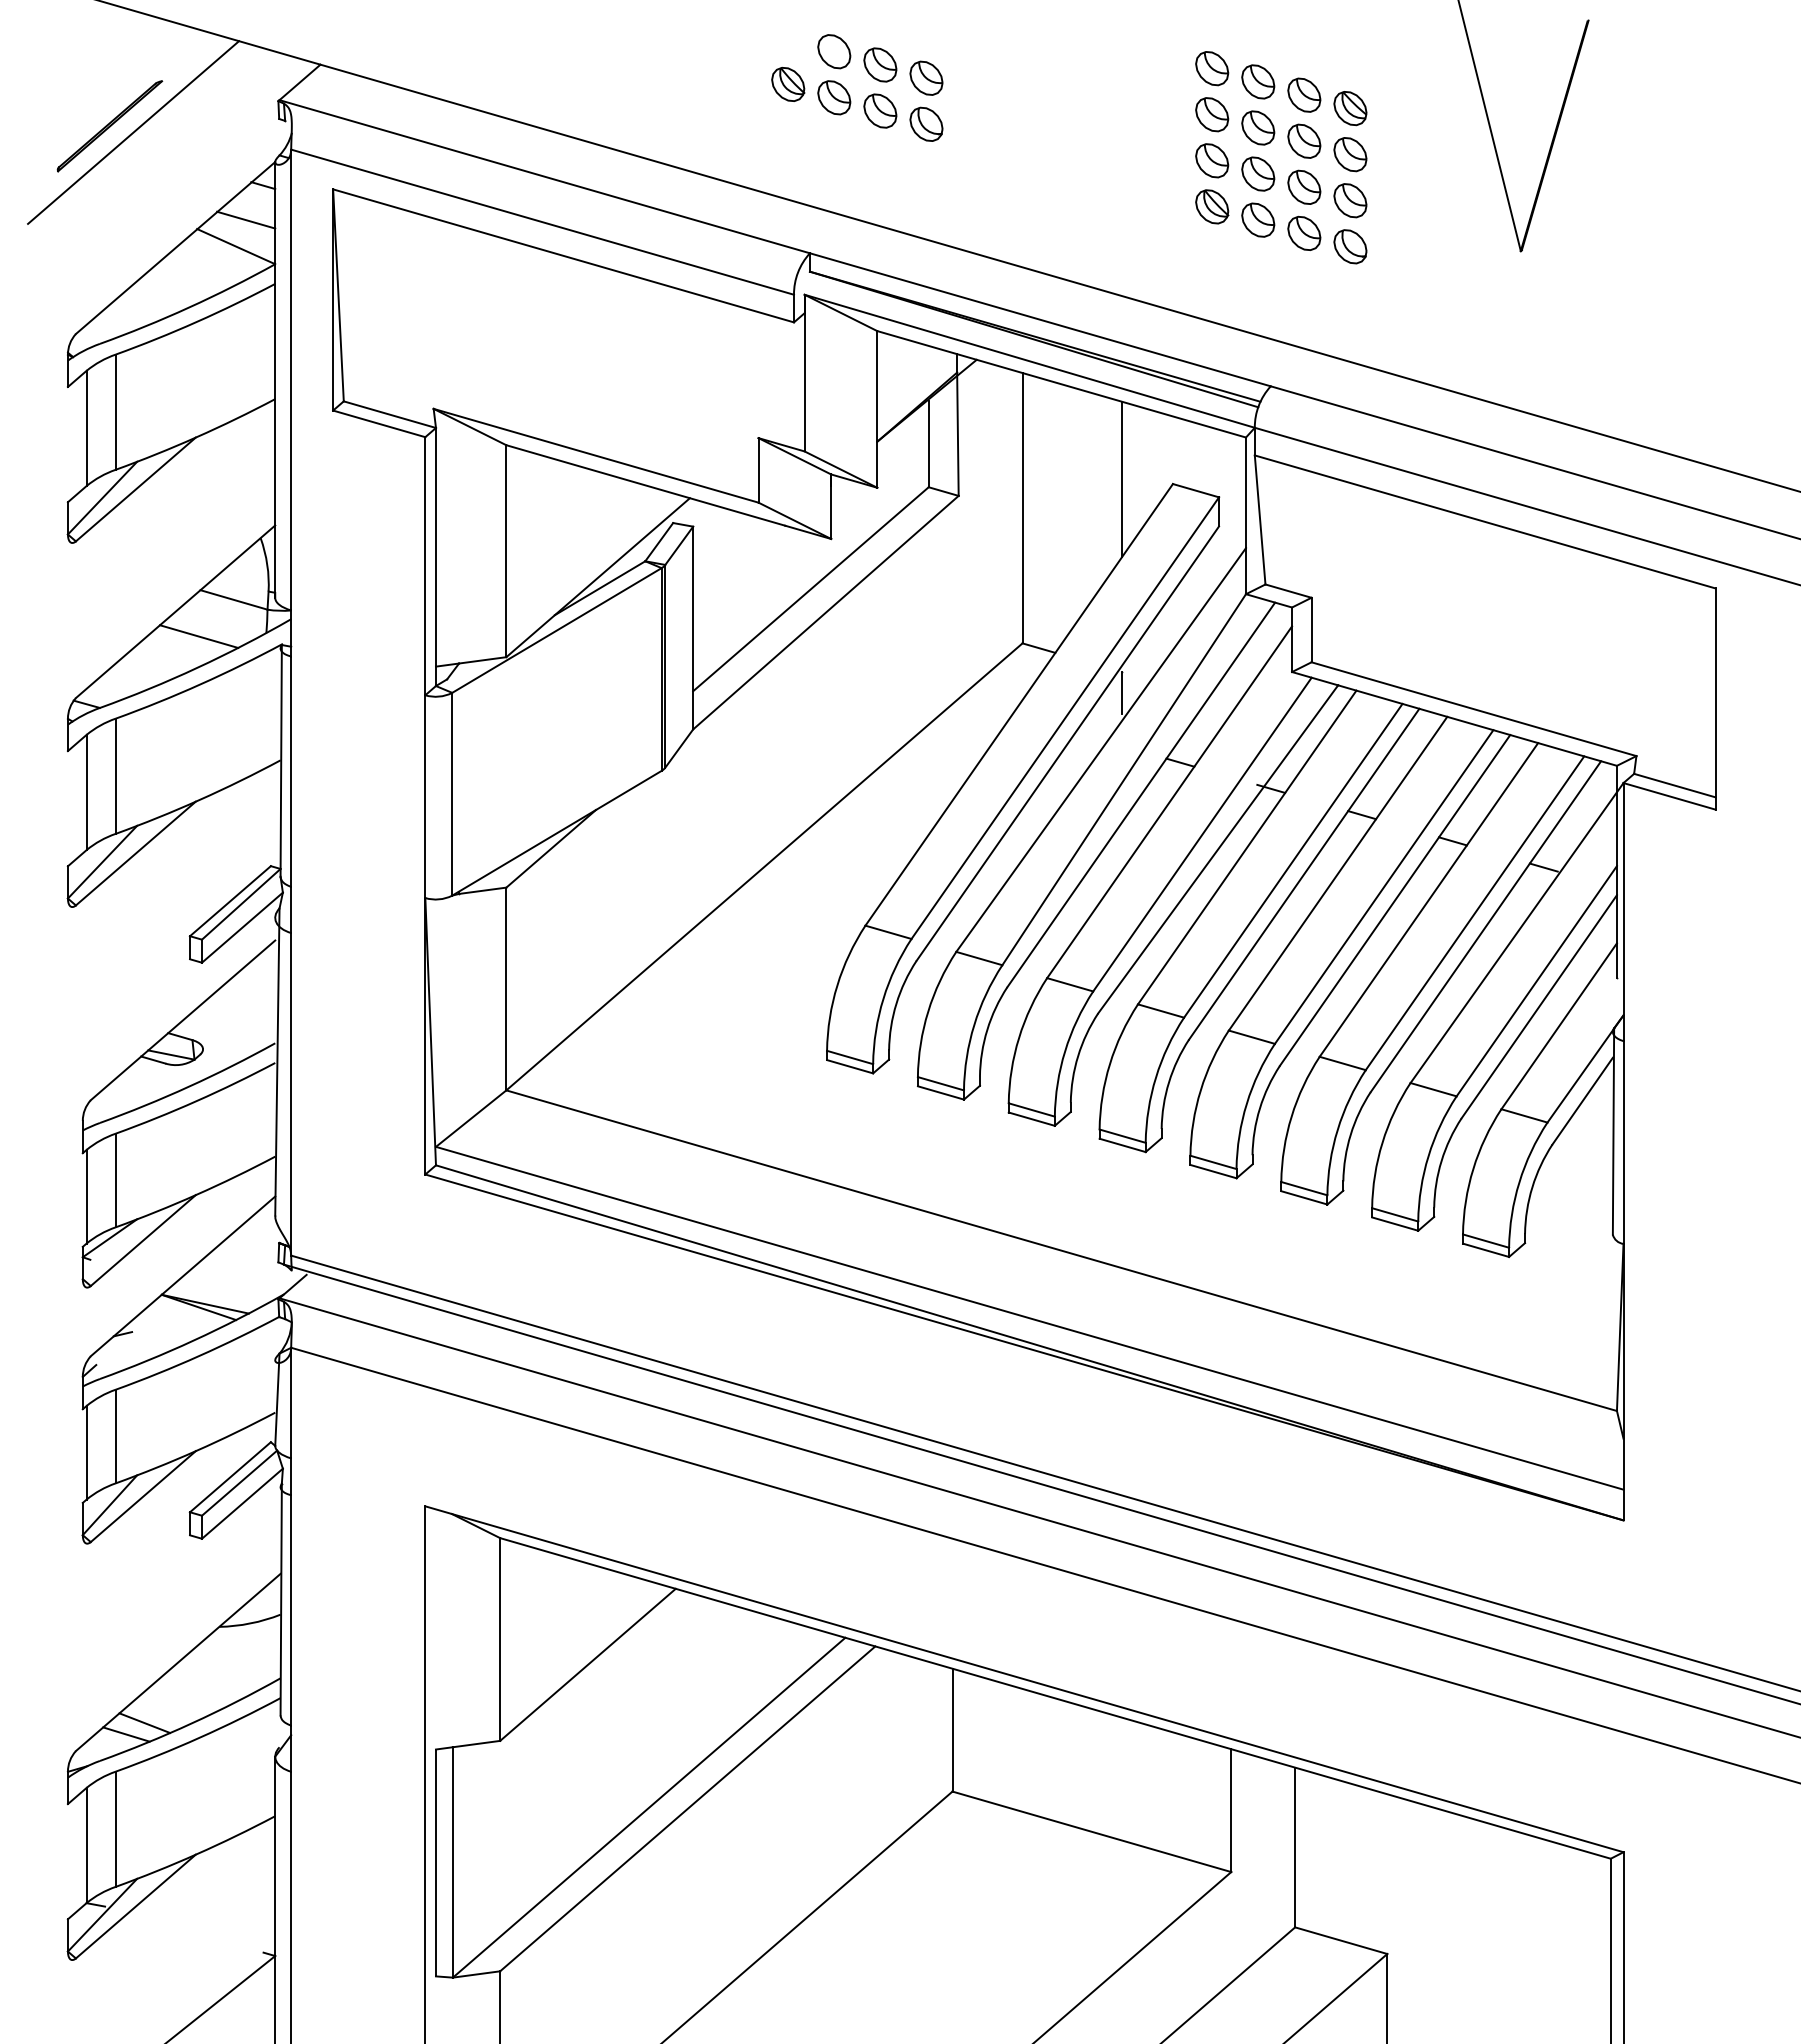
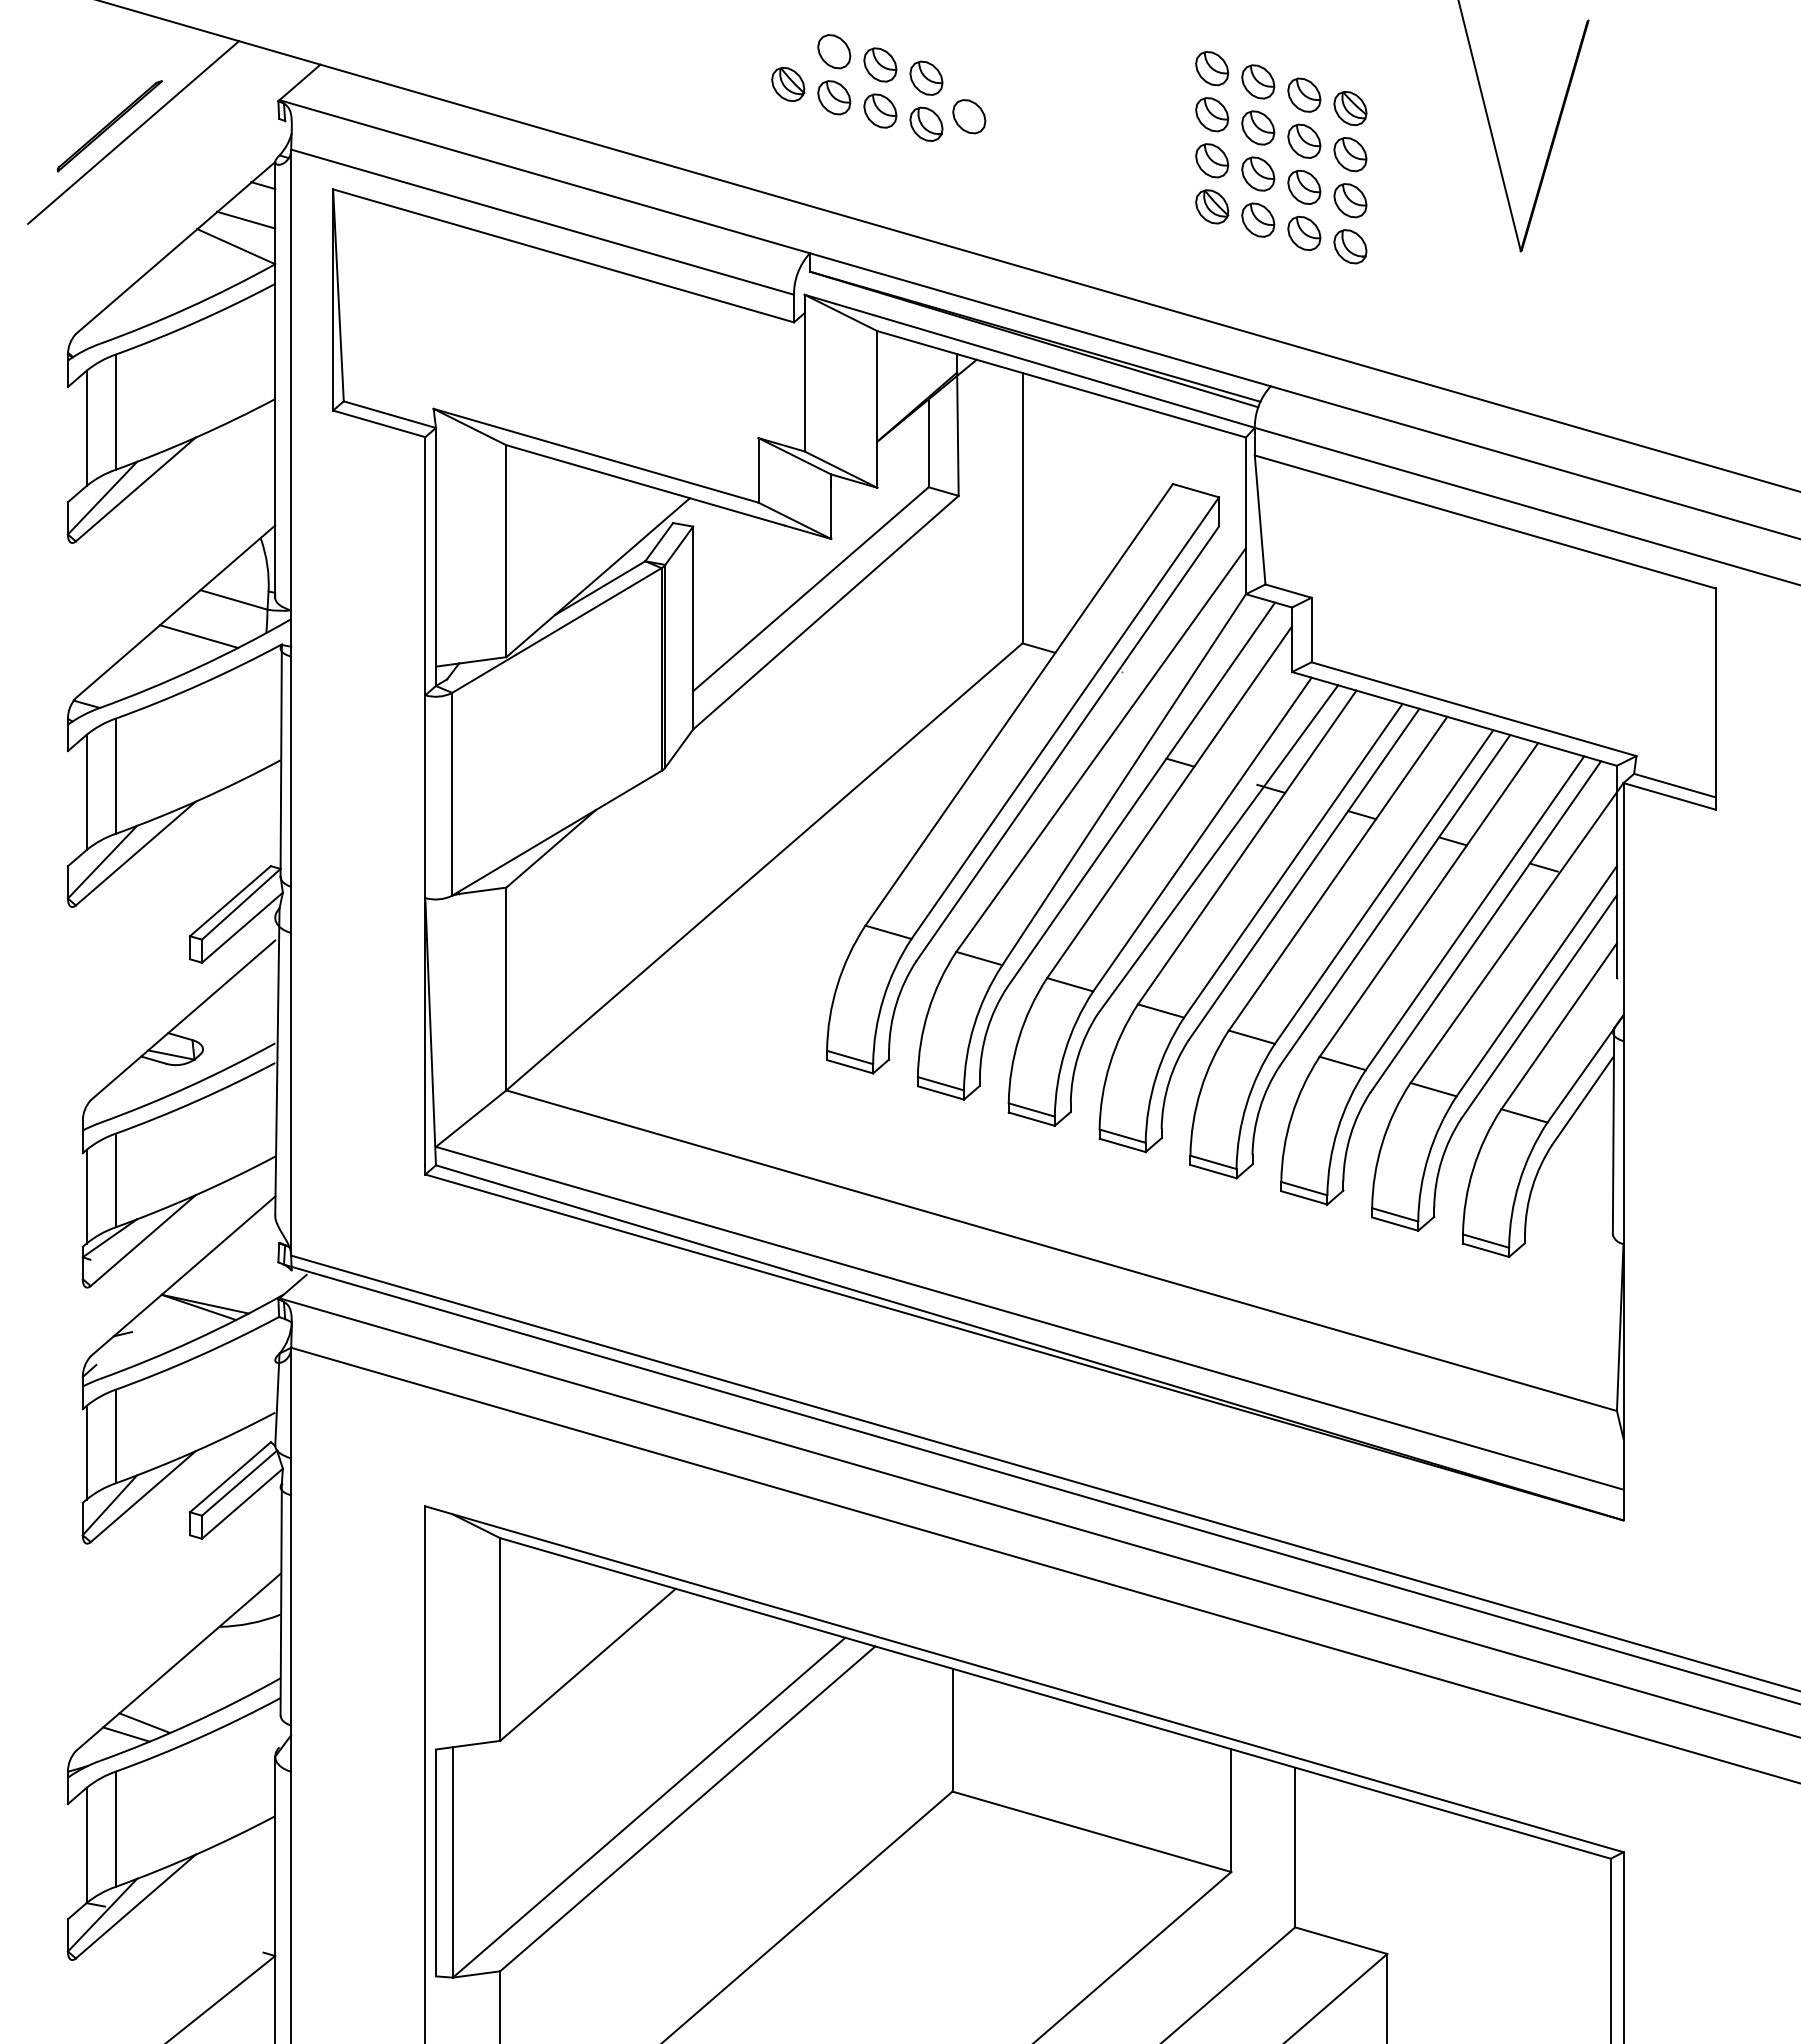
part at (969, 116): none -> present
line at (1122, 478): present -> none
line at (1122, 692): present -> none
